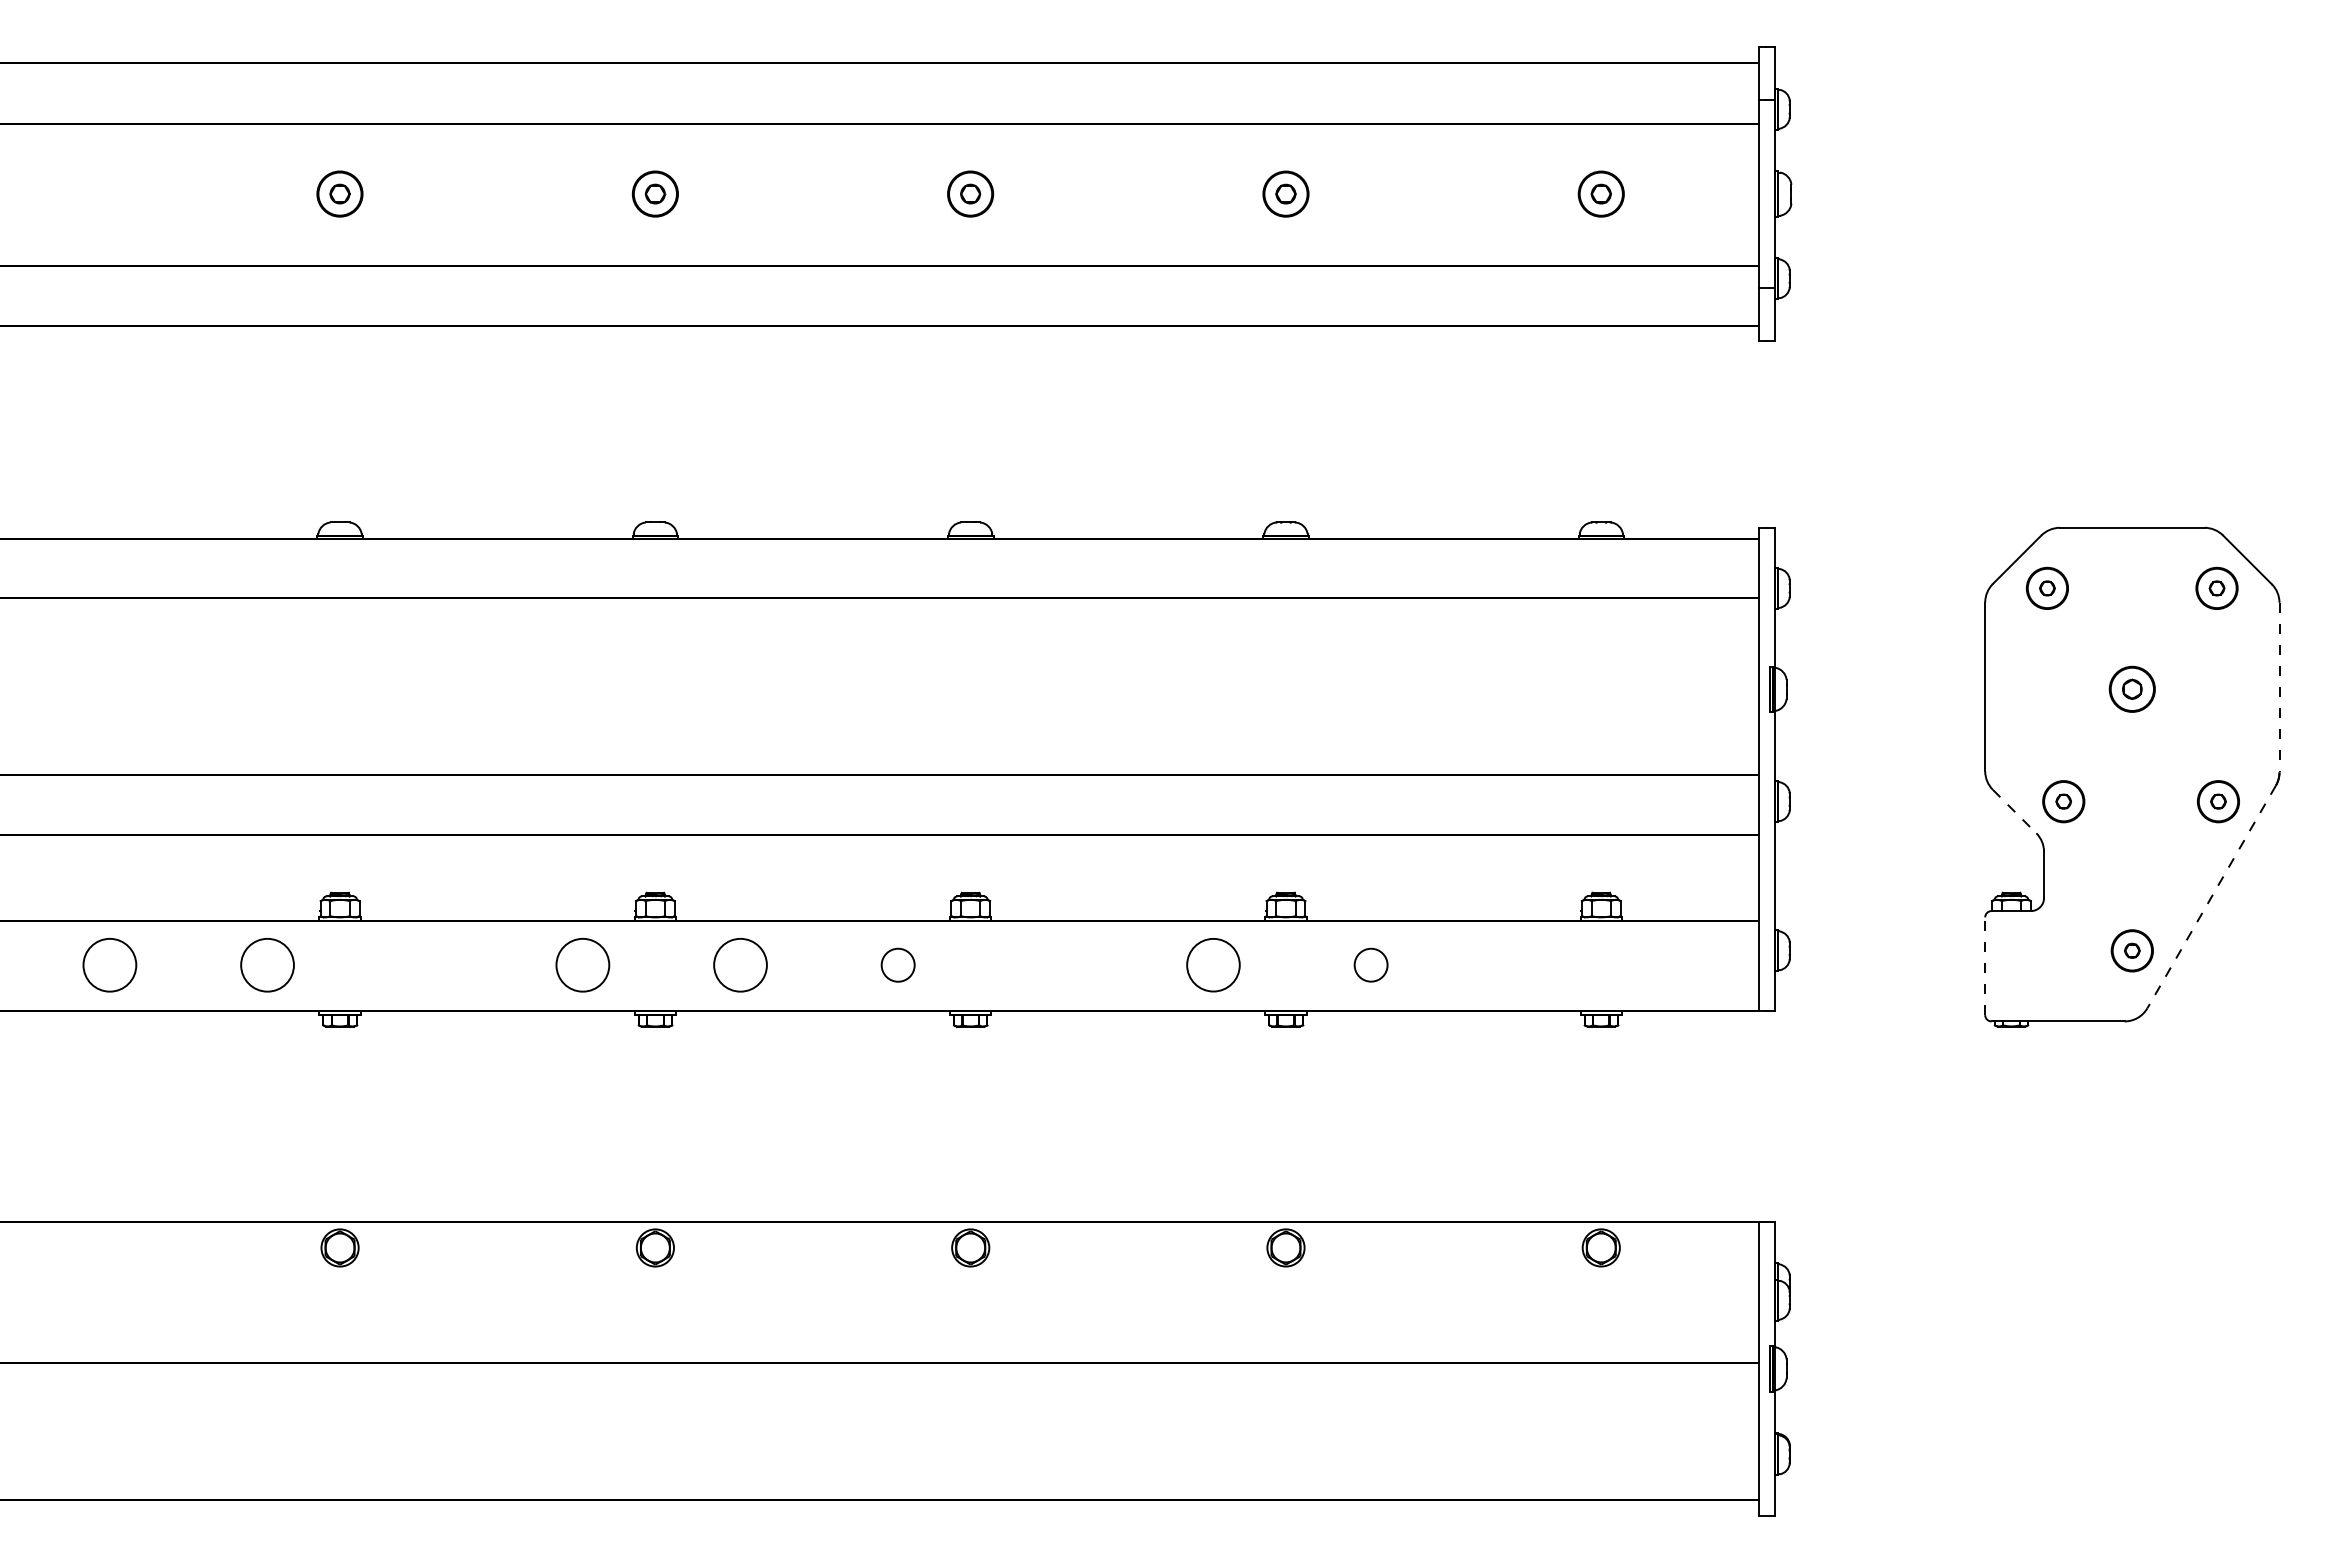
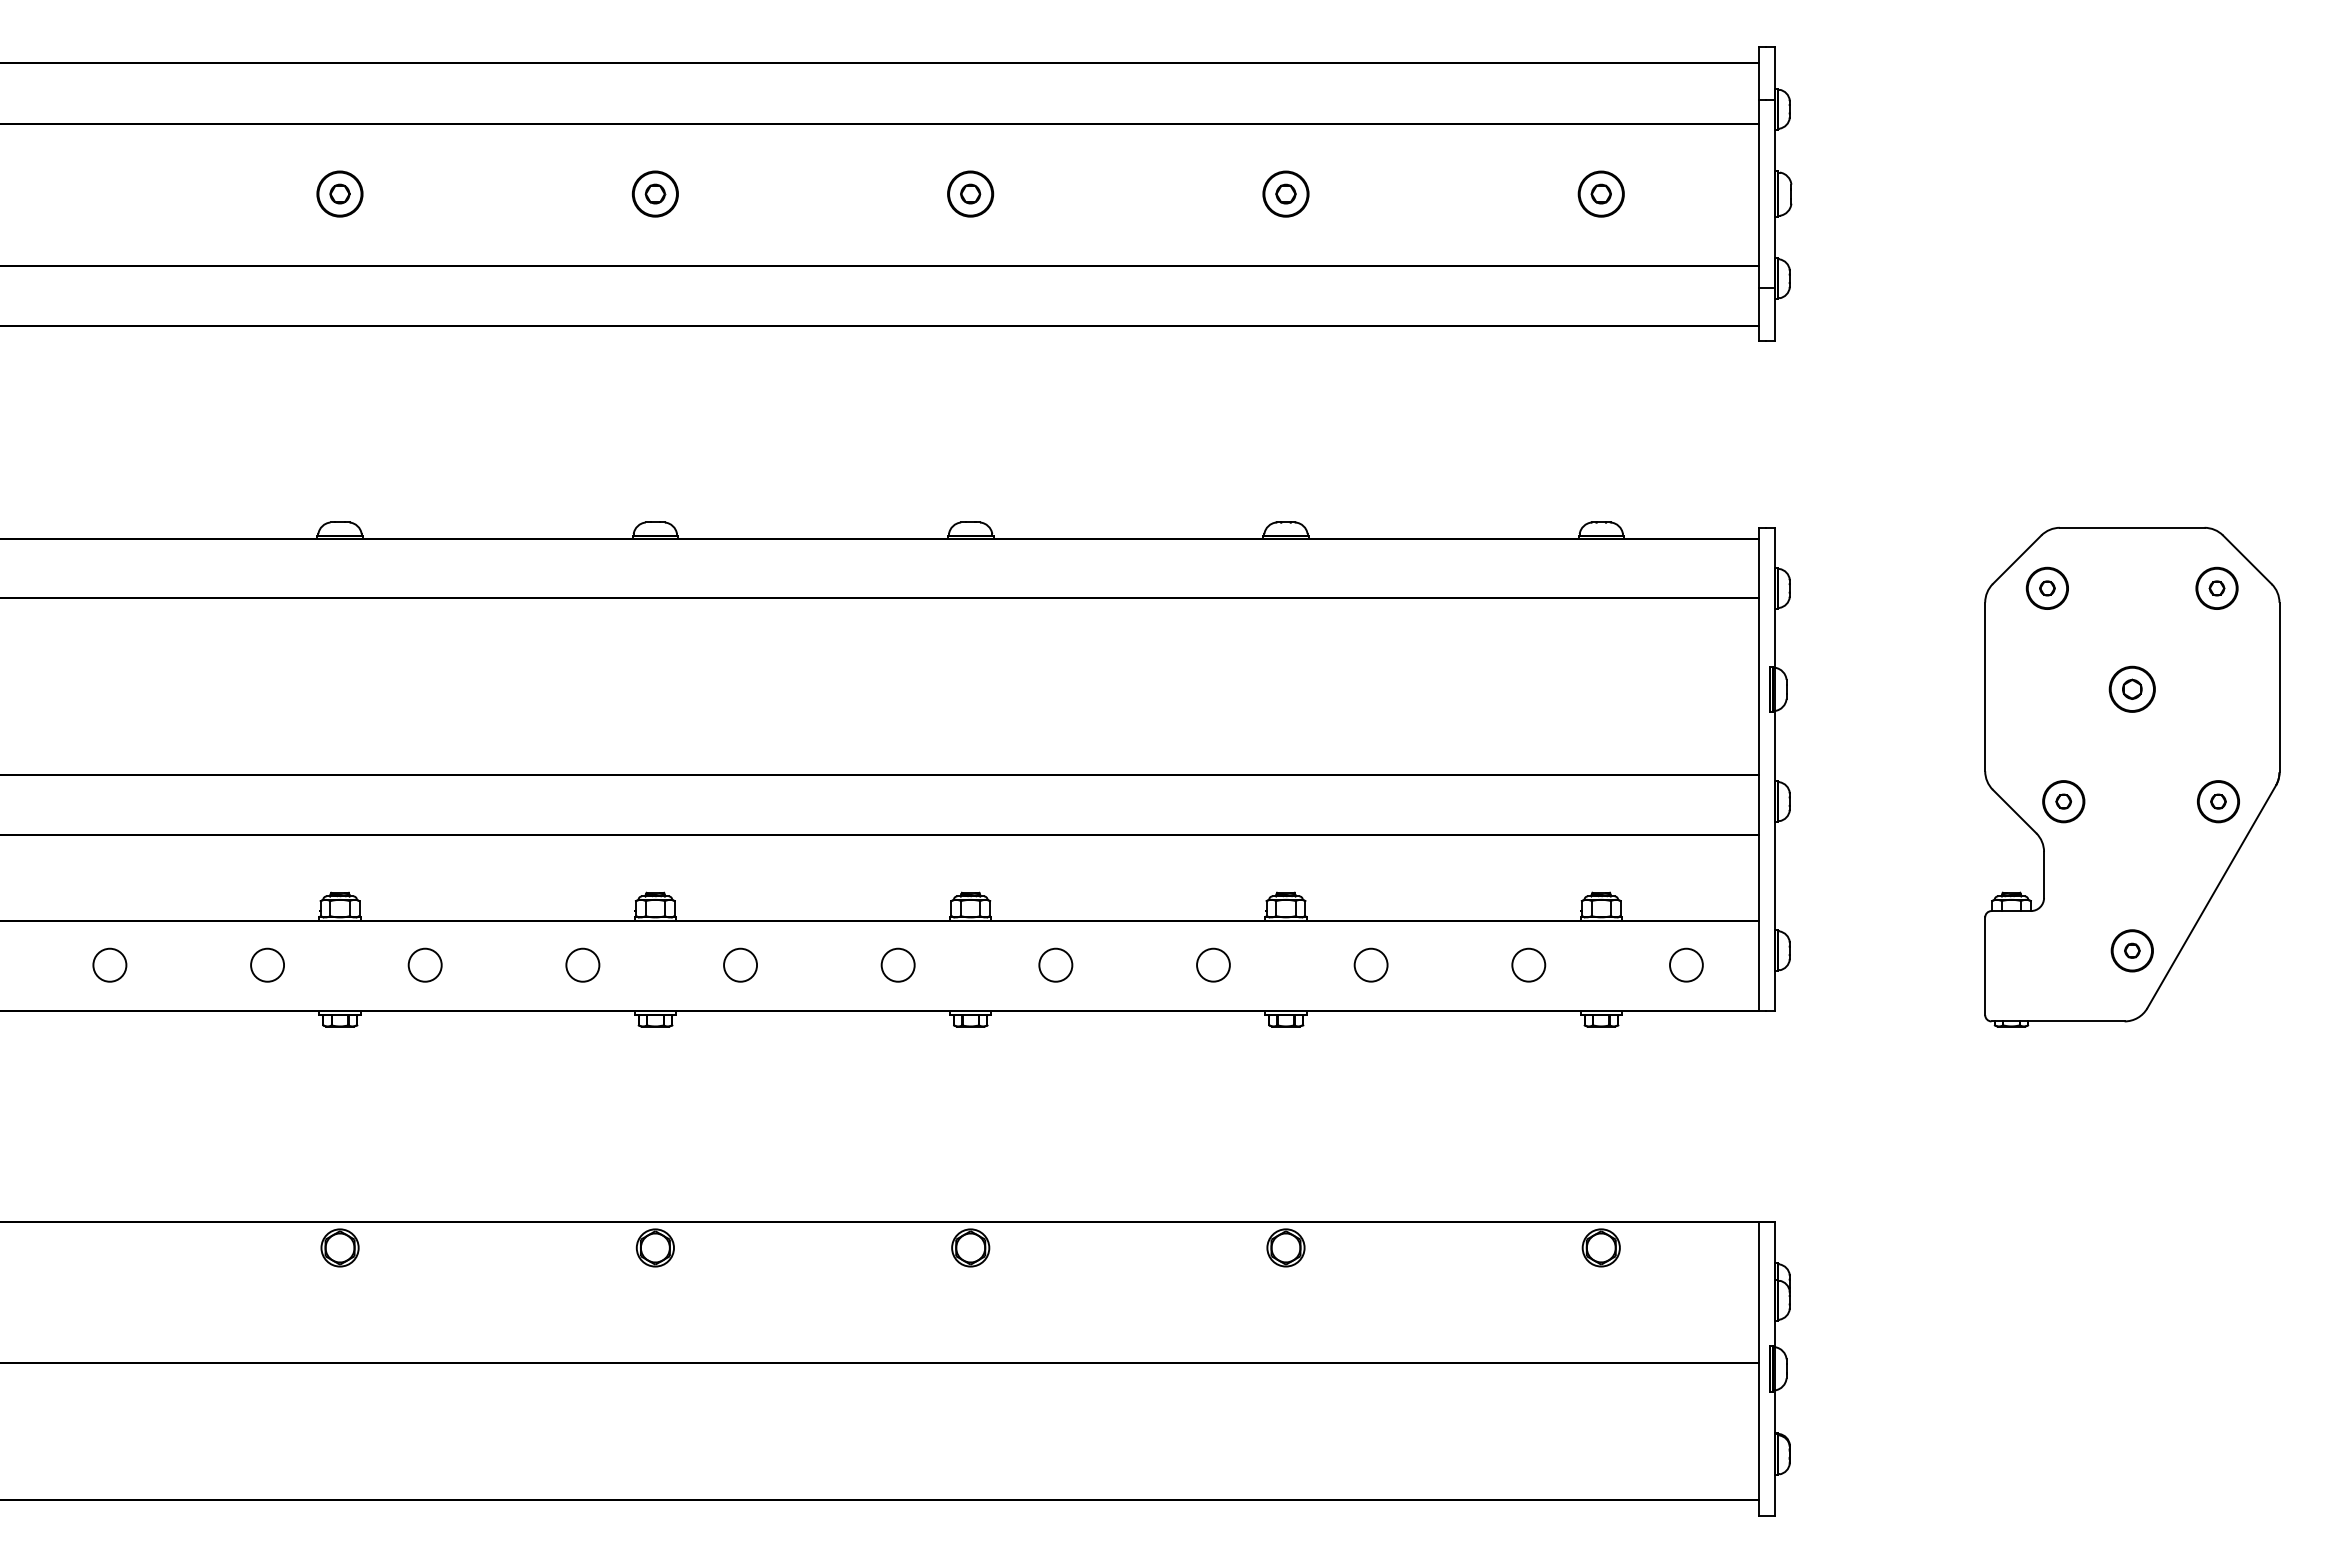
line at (2279, 687): dashed -> solid
line at (2014, 811): dashed -> solid
line at (2211, 896): dashed -> solid
circle at (109, 964) diameter: 53 px -> 33 px
circle at (267, 964) diameter: 53 px -> 33 px
circle at (424, 964): none -> present
circle at (582, 964) diameter: 53 px -> 33 px
circle at (740, 964) diameter: 53 px -> 33 px
circle at (1055, 964): none -> present
circle at (1213, 964) diameter: 53 px -> 33 px
circle at (1528, 964): none -> present
circle at (1686, 964): none -> present
line at (1985, 966): dashed -> solid
